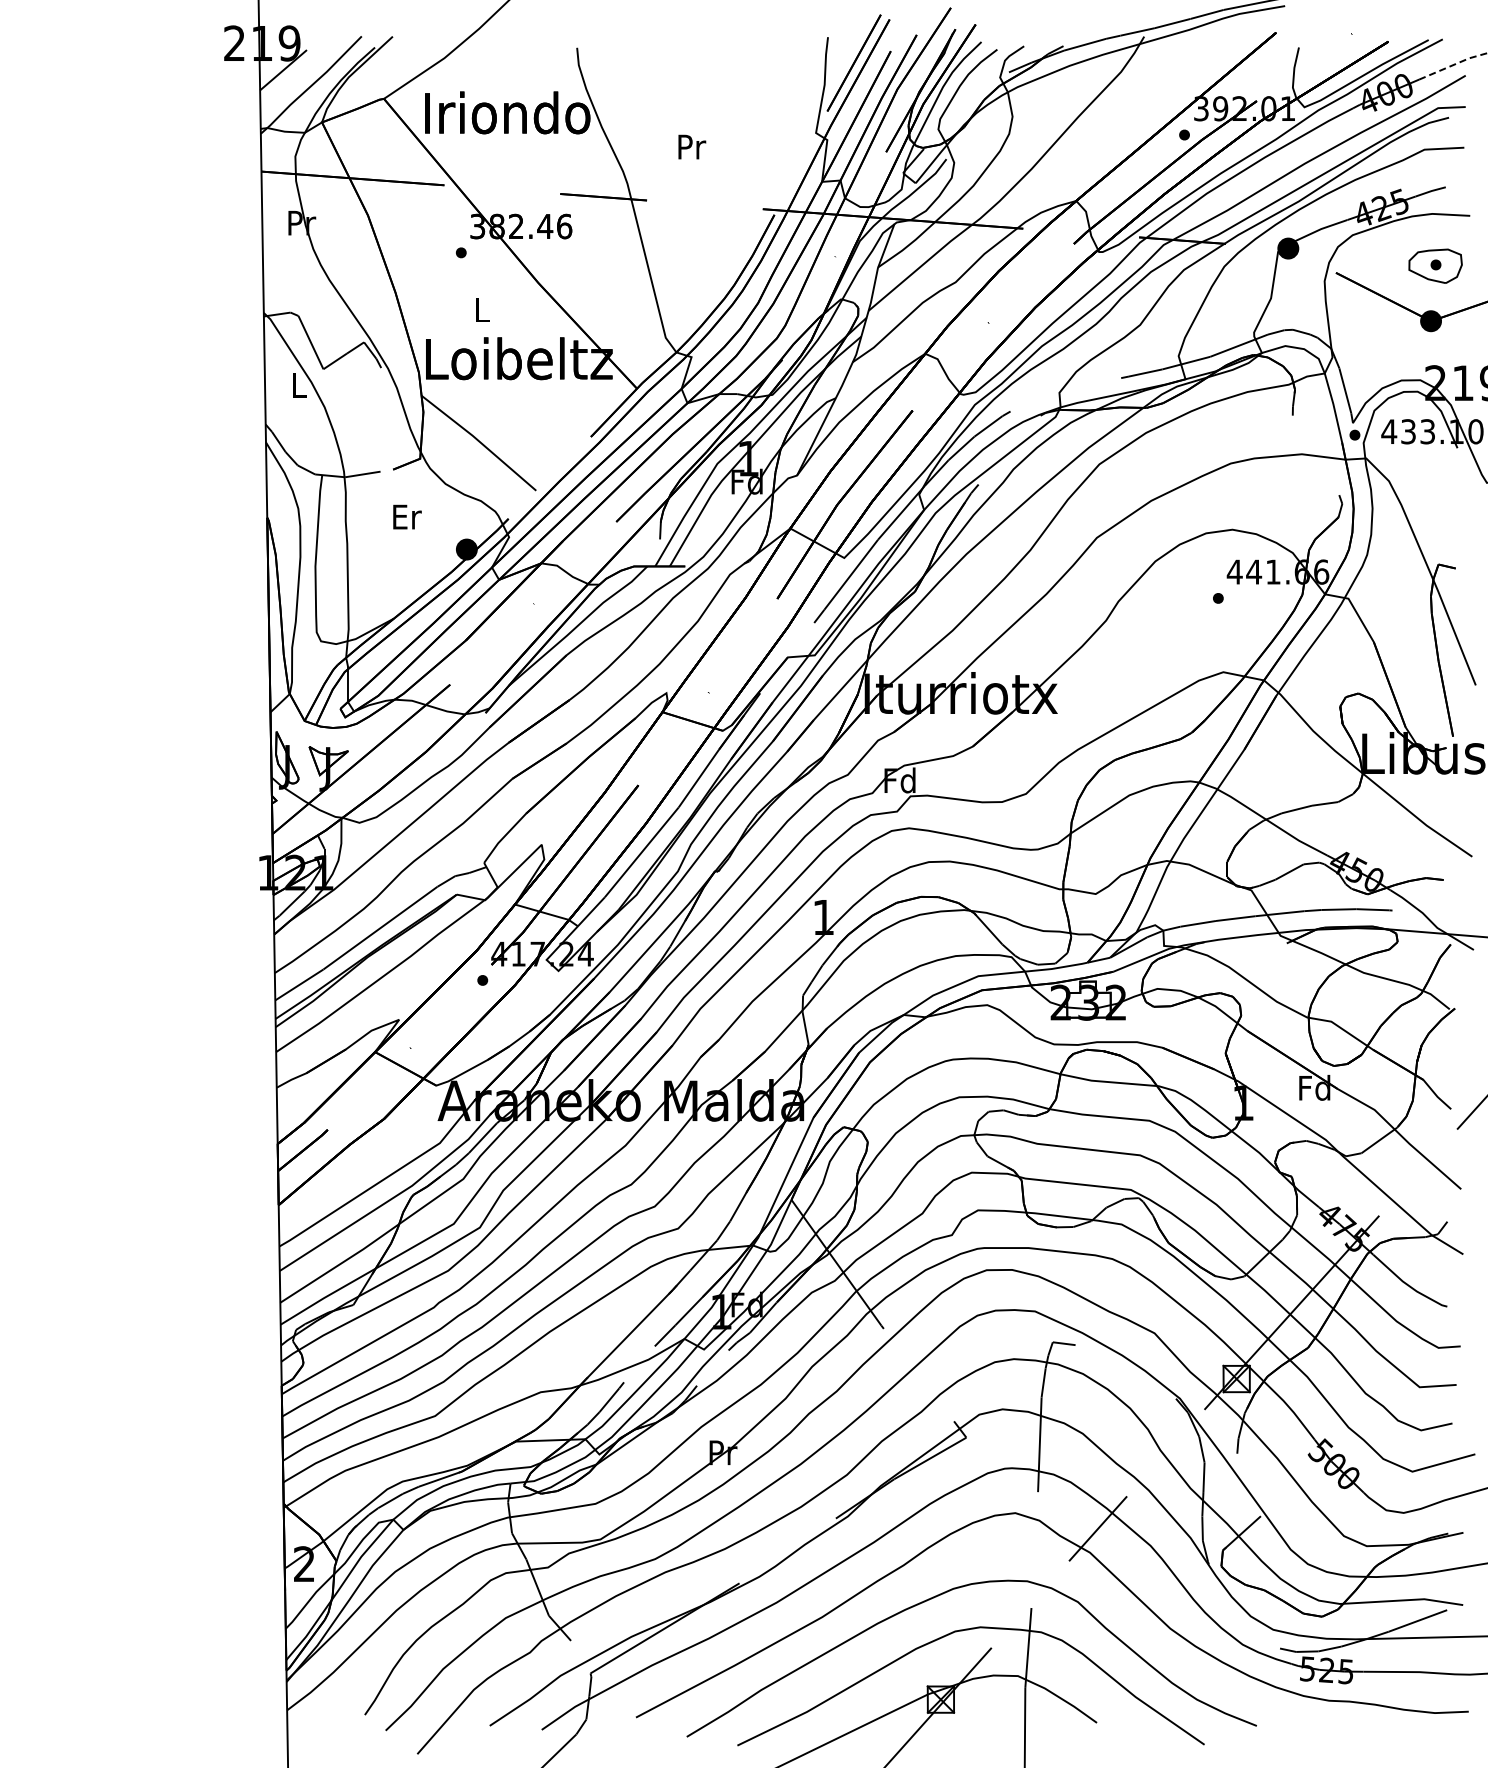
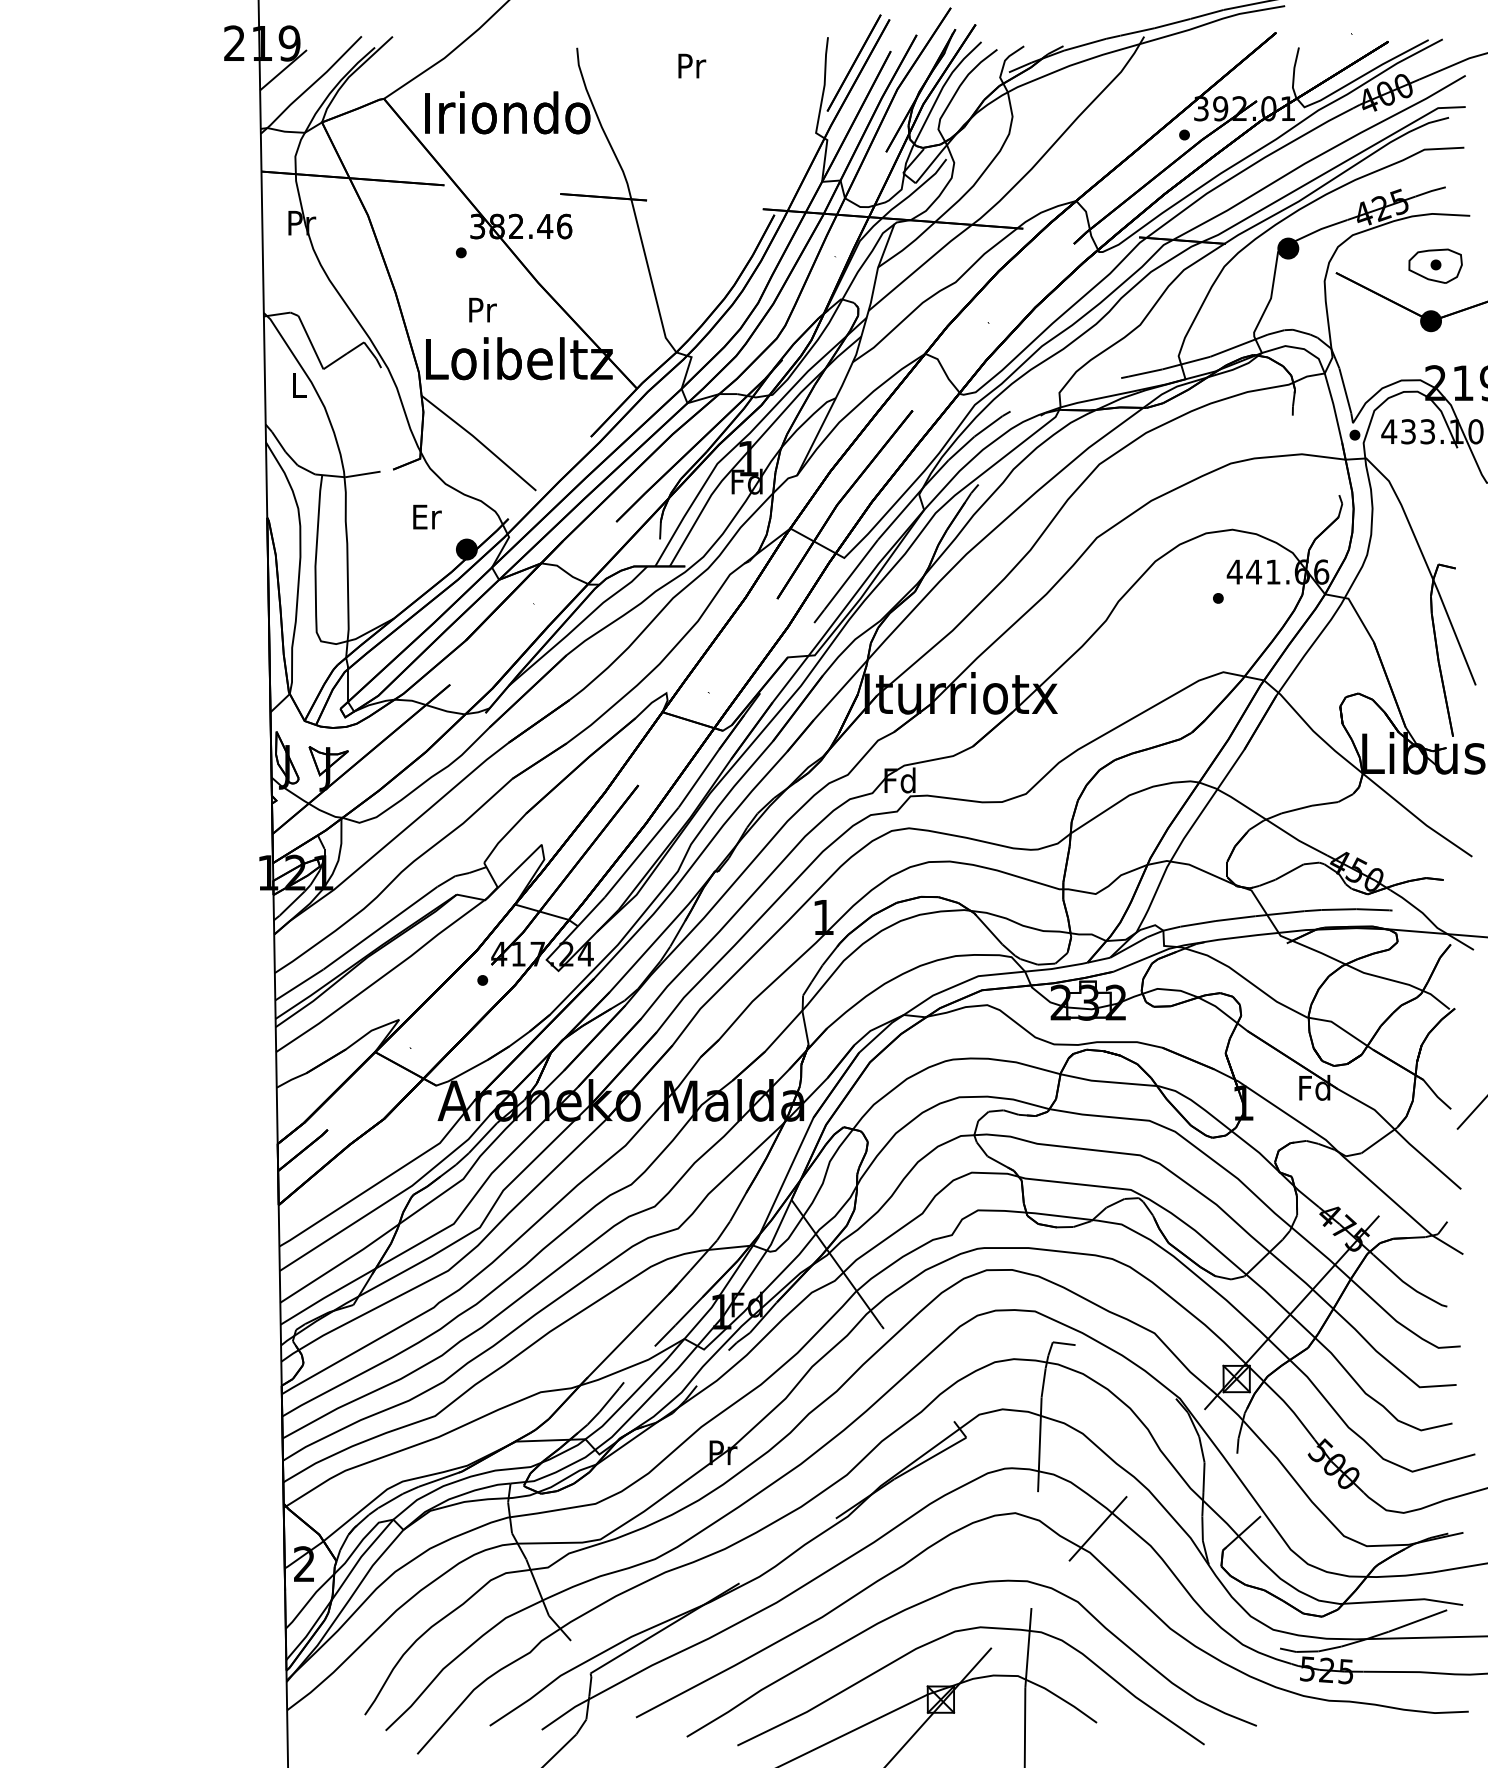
line at (1454, 64): dashed -> solid
text at (692, 146) position: (692, 146) -> (692, 65)
text at (482, 309): L -> Pr
text at (407, 516) position: (407, 516) -> (427, 516)
